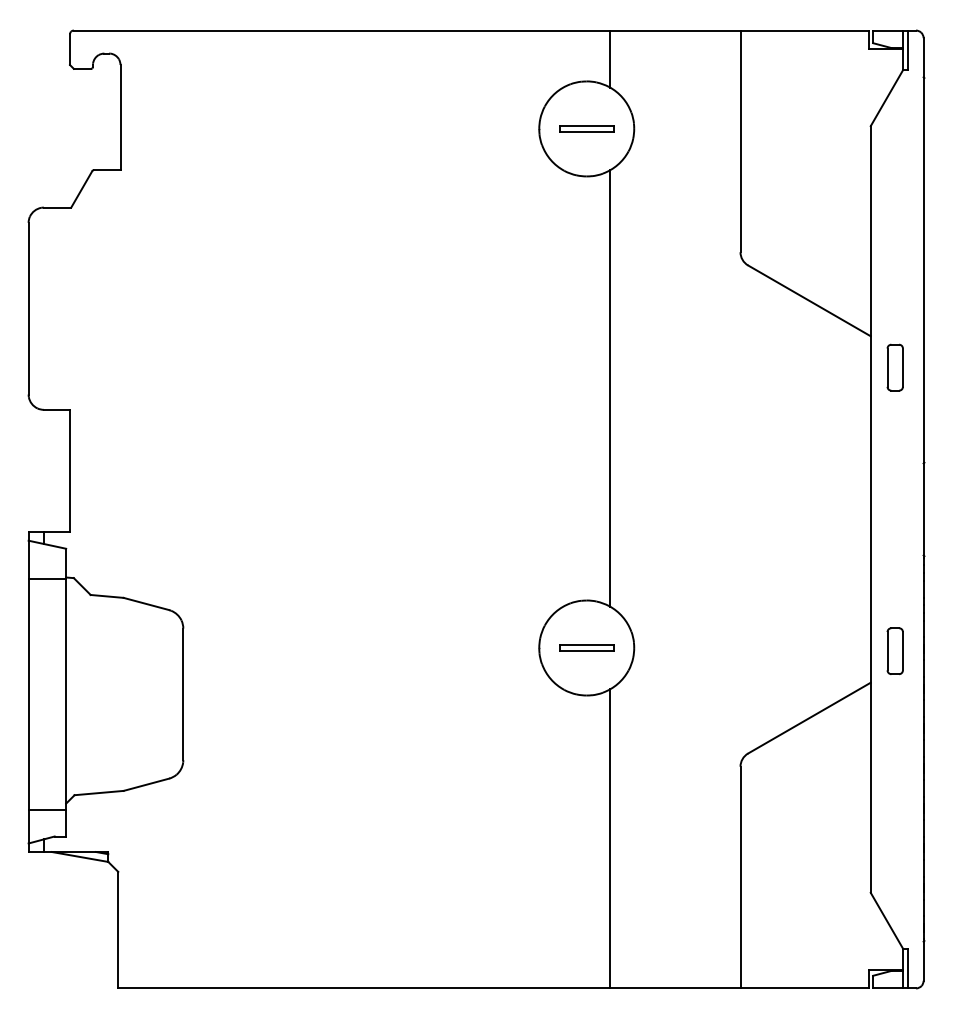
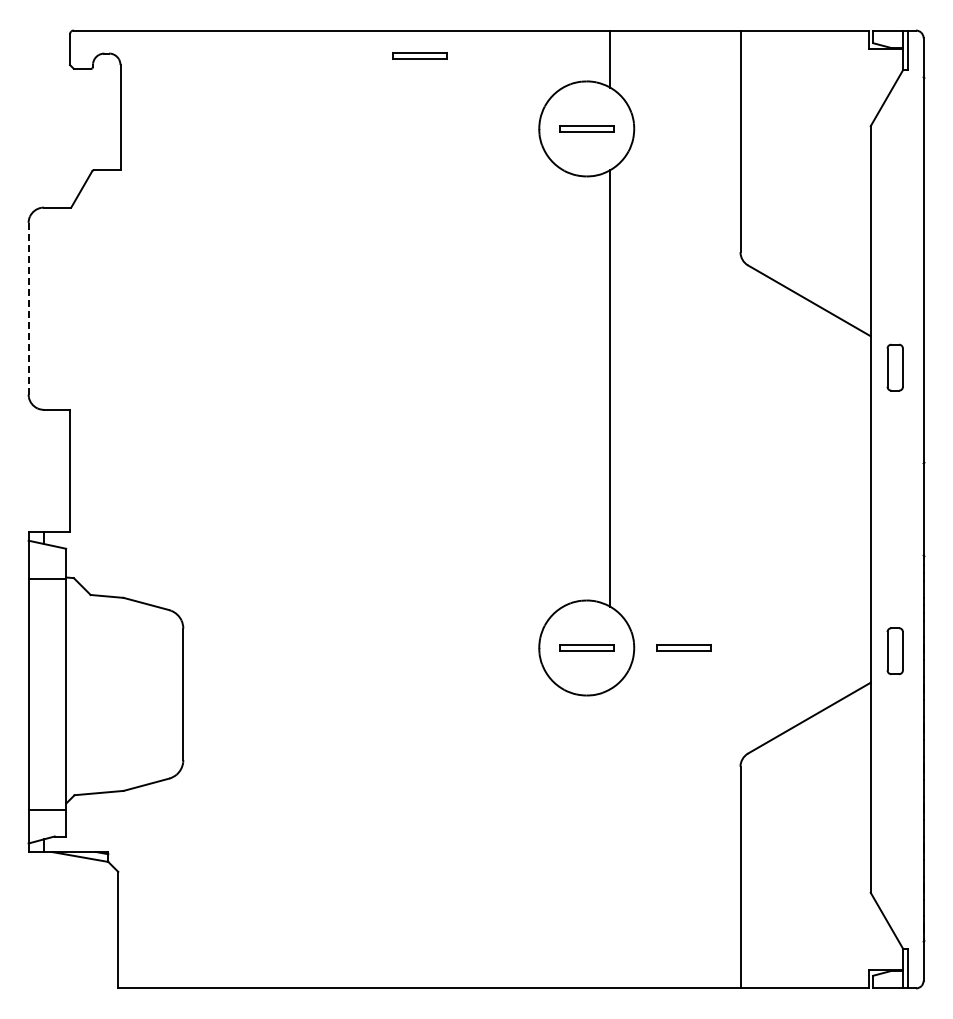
part at (419, 55): none -> present
line at (28, 308): solid -> dashed
part at (683, 647): none -> present
line at (610, 838): present -> none
